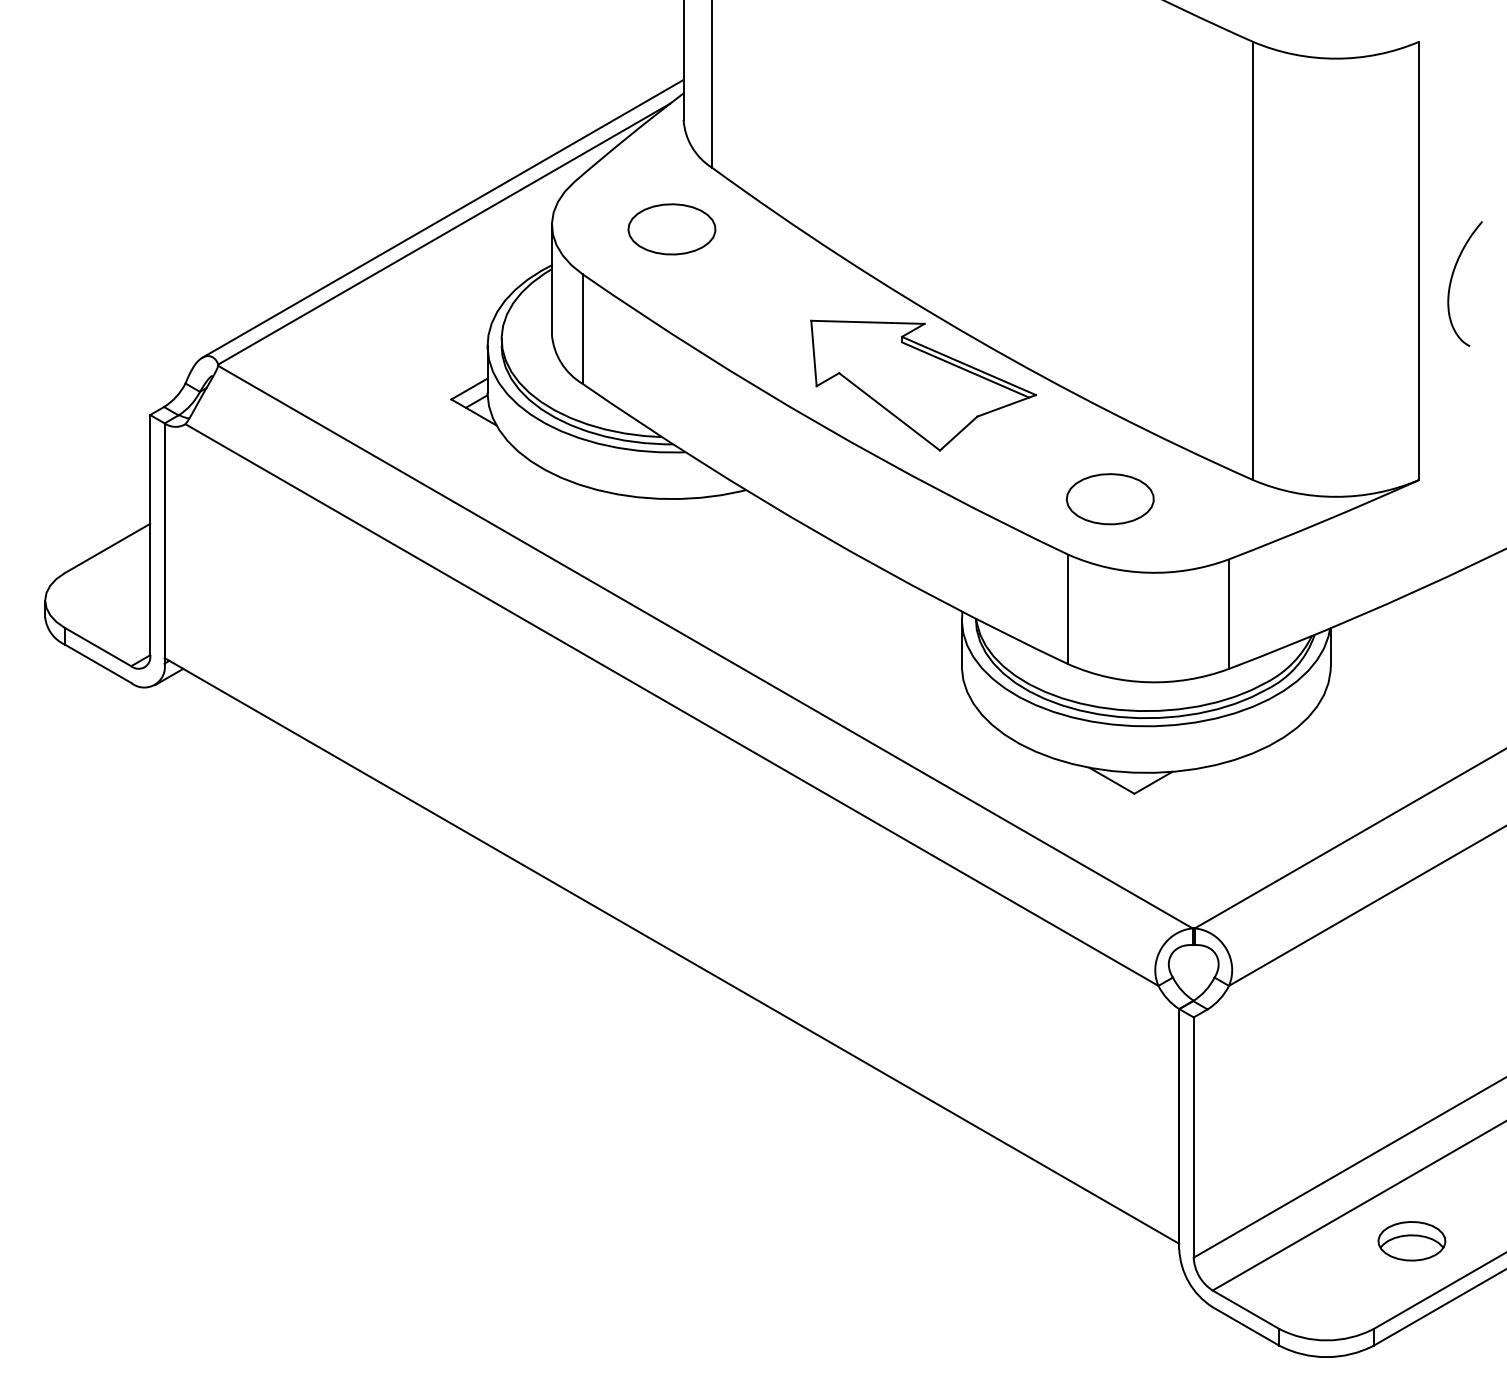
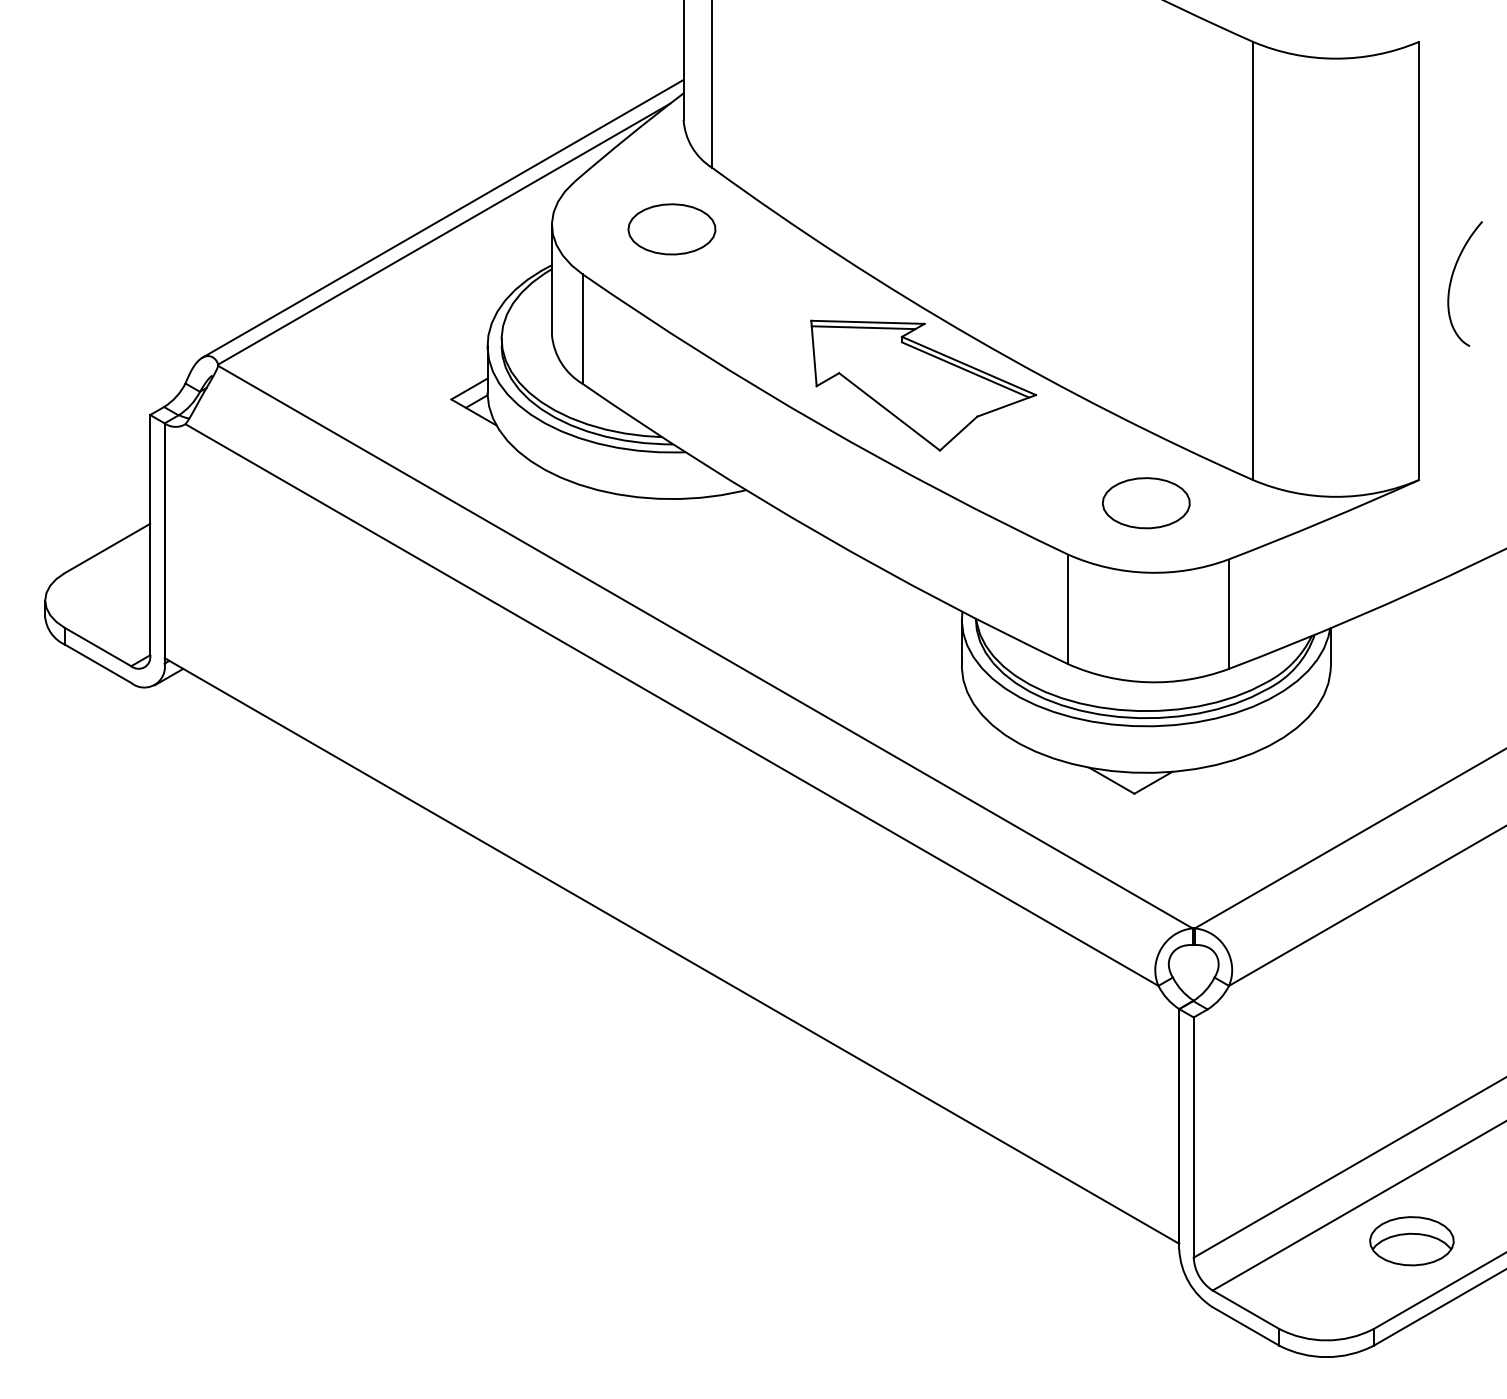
line at (863, 327): none -> present
part at (1109, 499) position: (1109, 499) -> (1145, 503)
part at (1411, 1241) size: 70x41 px -> 86x51 px
